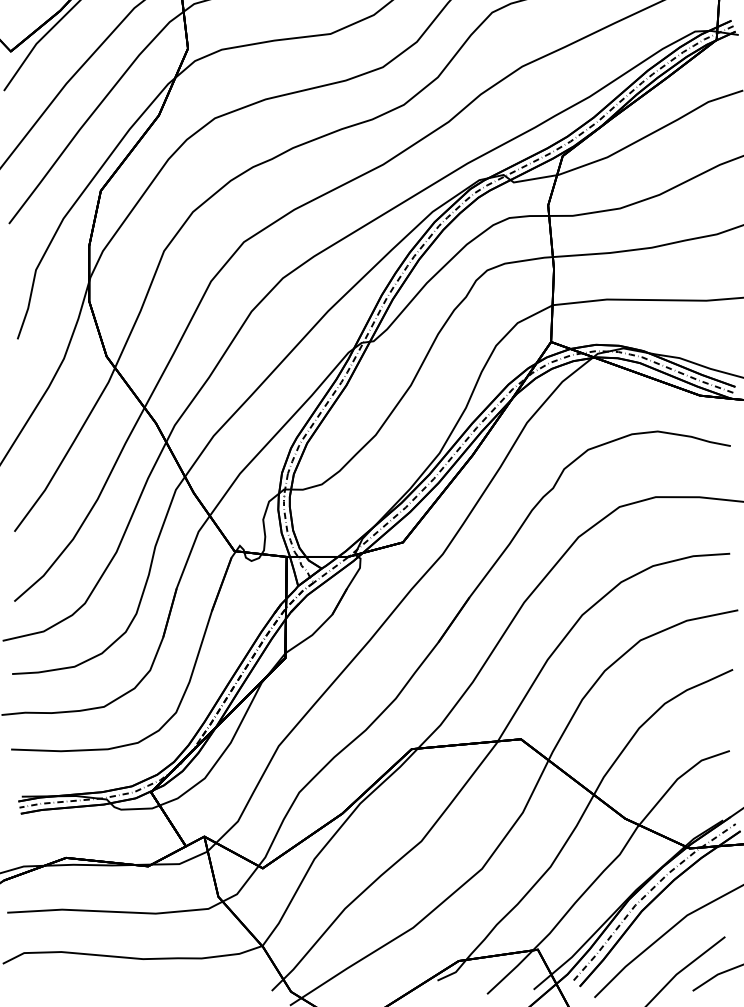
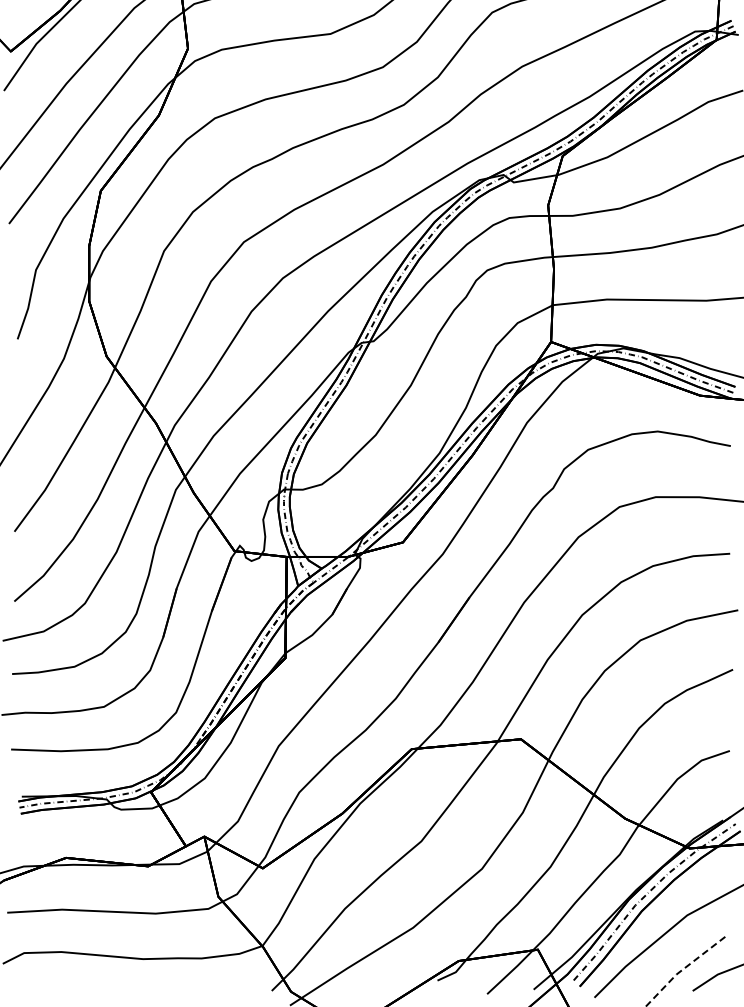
line at (682, 969): solid -> dashed
